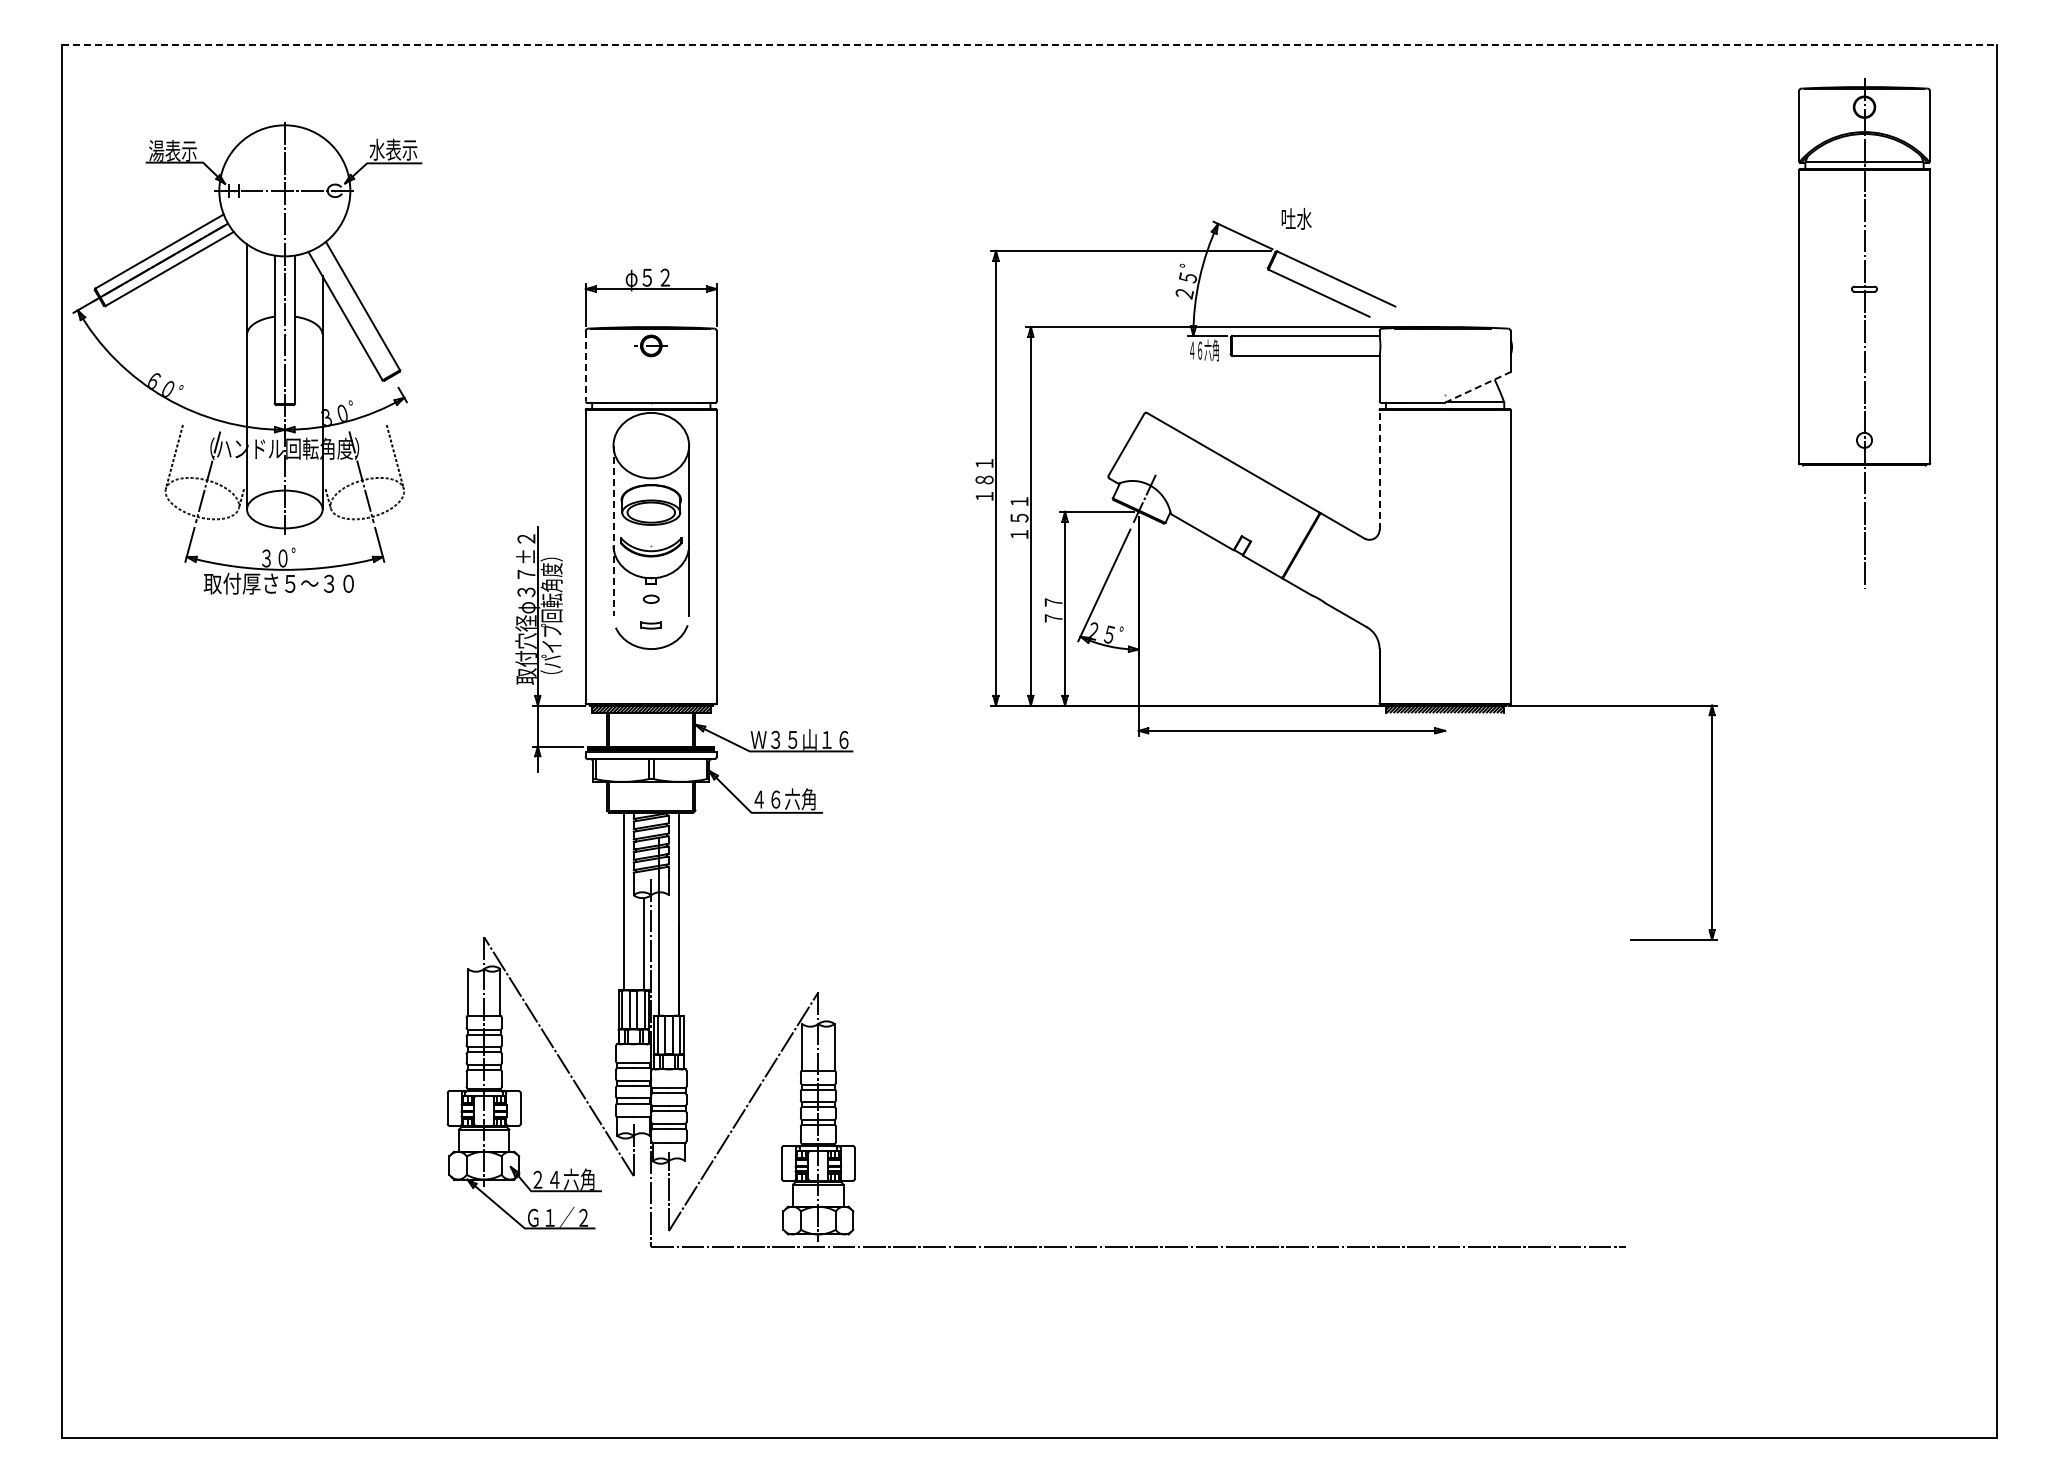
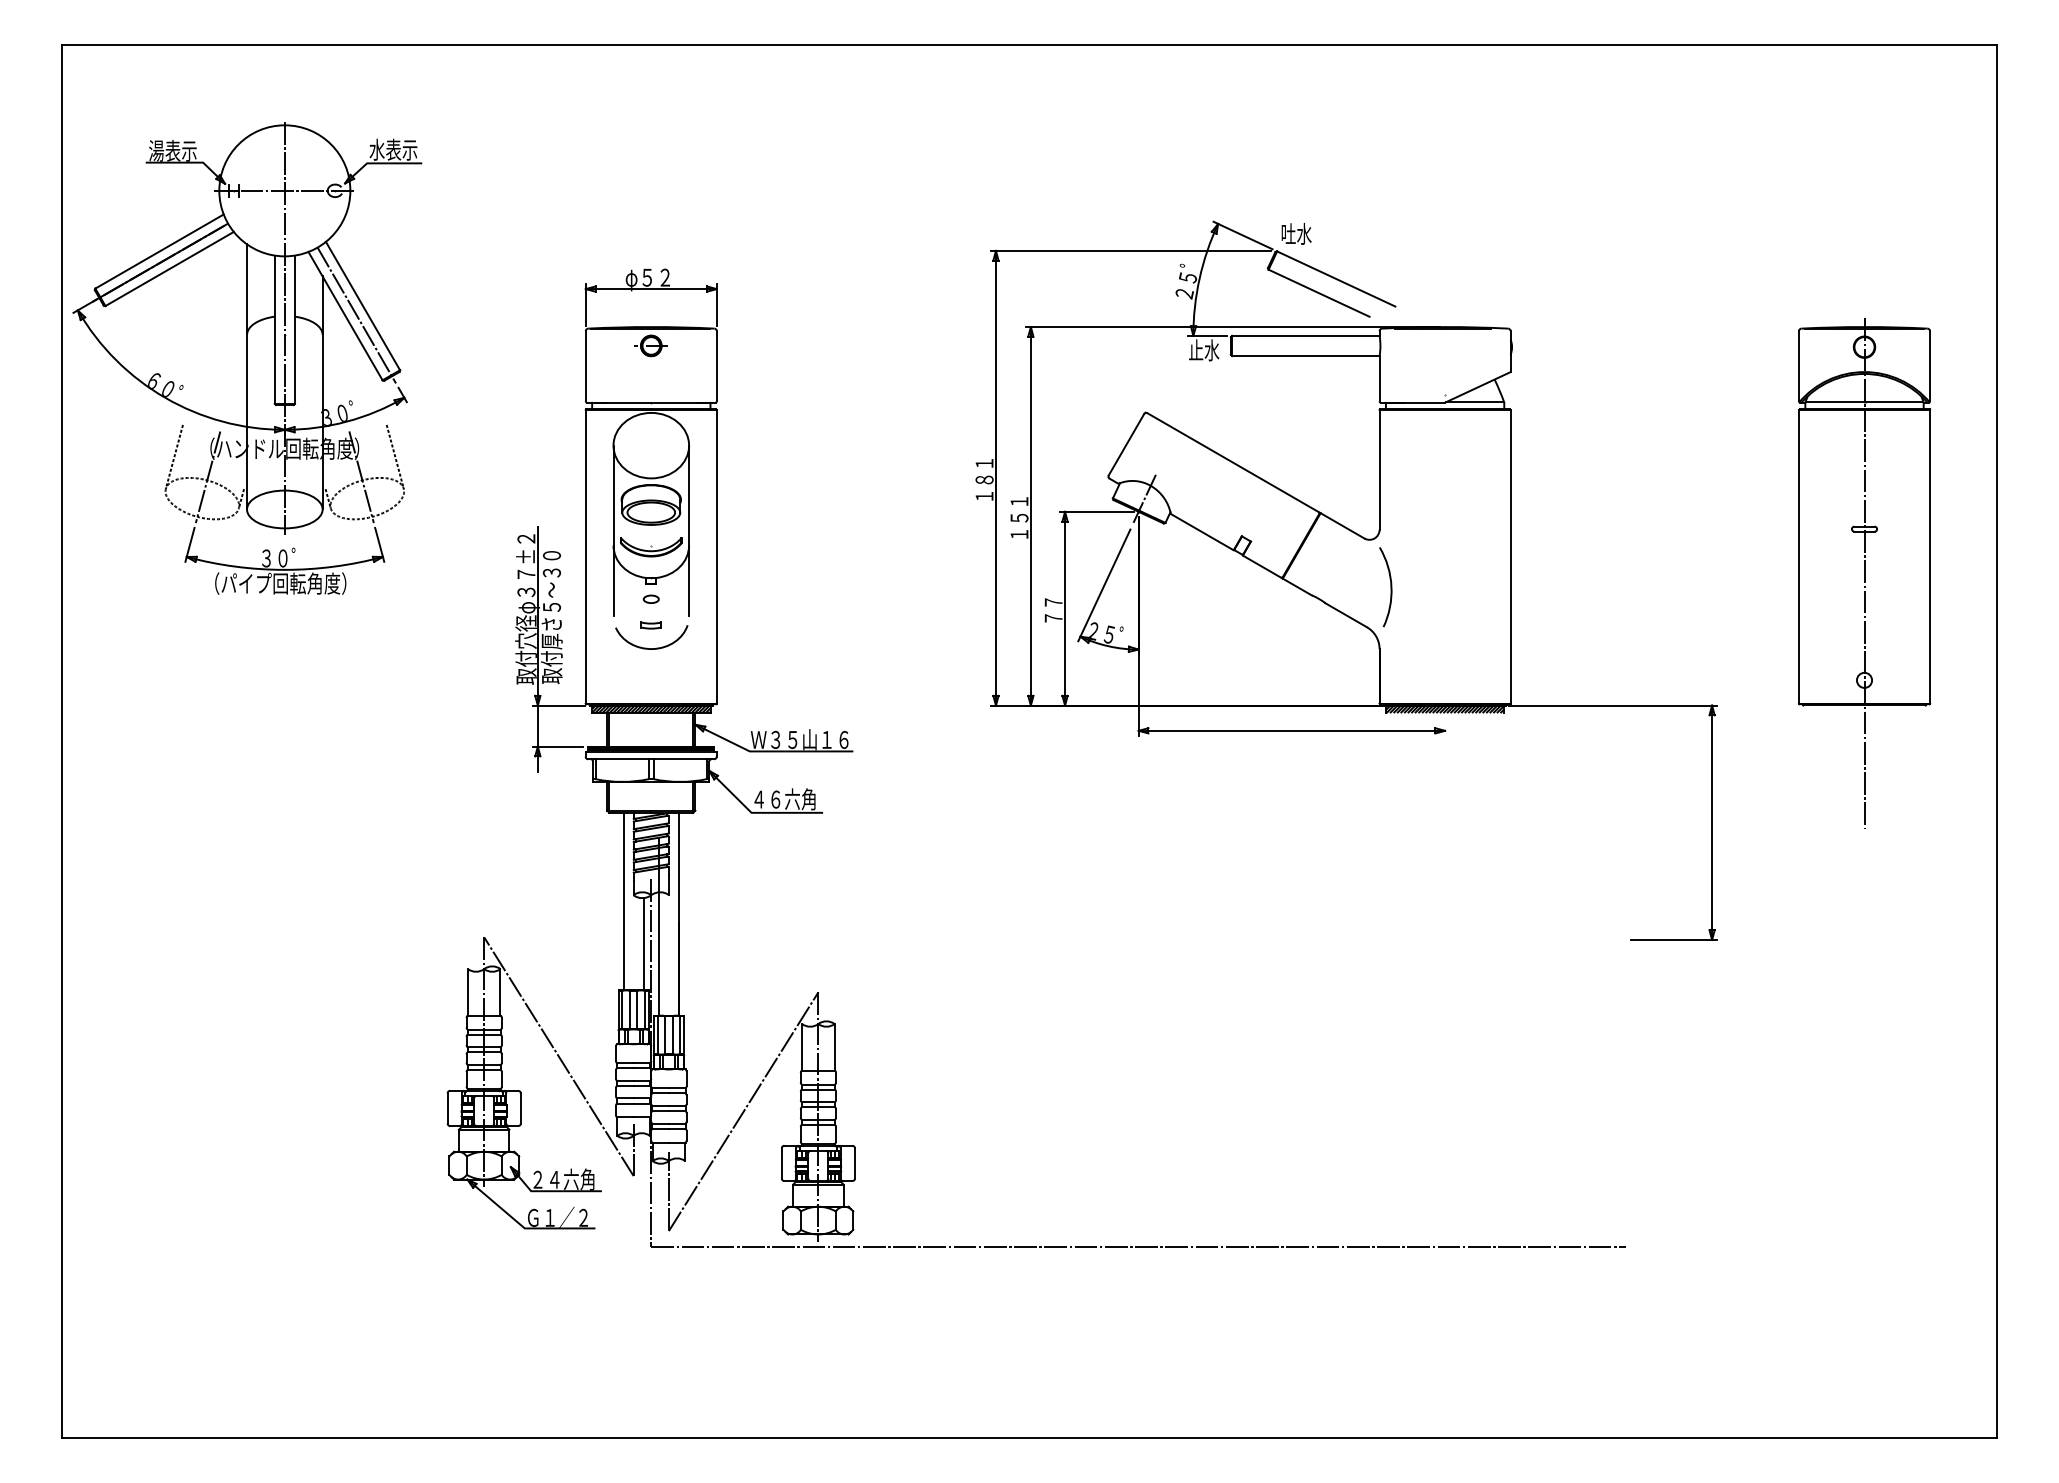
line at (1029, 44): dashed -> solid
text at (1296, 218) position: (1296, 218) -> (1296, 233)
line at (356, 315): none -> present
part at (1864, 333) position: (1864, 333) -> (1864, 573)
text at (1204, 350): ４６六角 -> 止水
line at (585, 366): dashed -> solid
line at (1478, 387): dashed -> solid
line at (1379, 469): dashed -> solid
line at (613, 531): dashed -> solid
text at (278, 583): 取付厚さ５～３０ -> （パイプ回転角度）
arc at (1390, 587): none -> present
text at (551, 617): （パイプ回転角度） -> 取付厚さ５～３０
